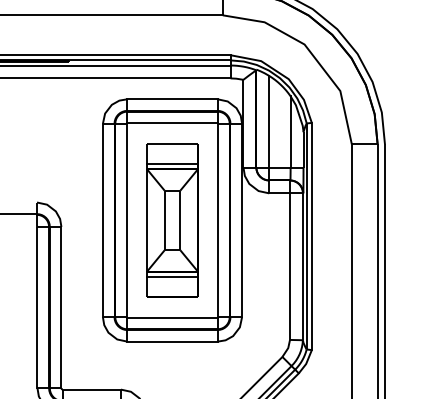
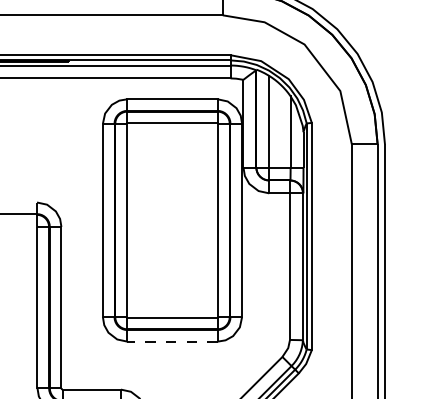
part at (172, 220): present -> none
line at (172, 341): solid -> dashed
